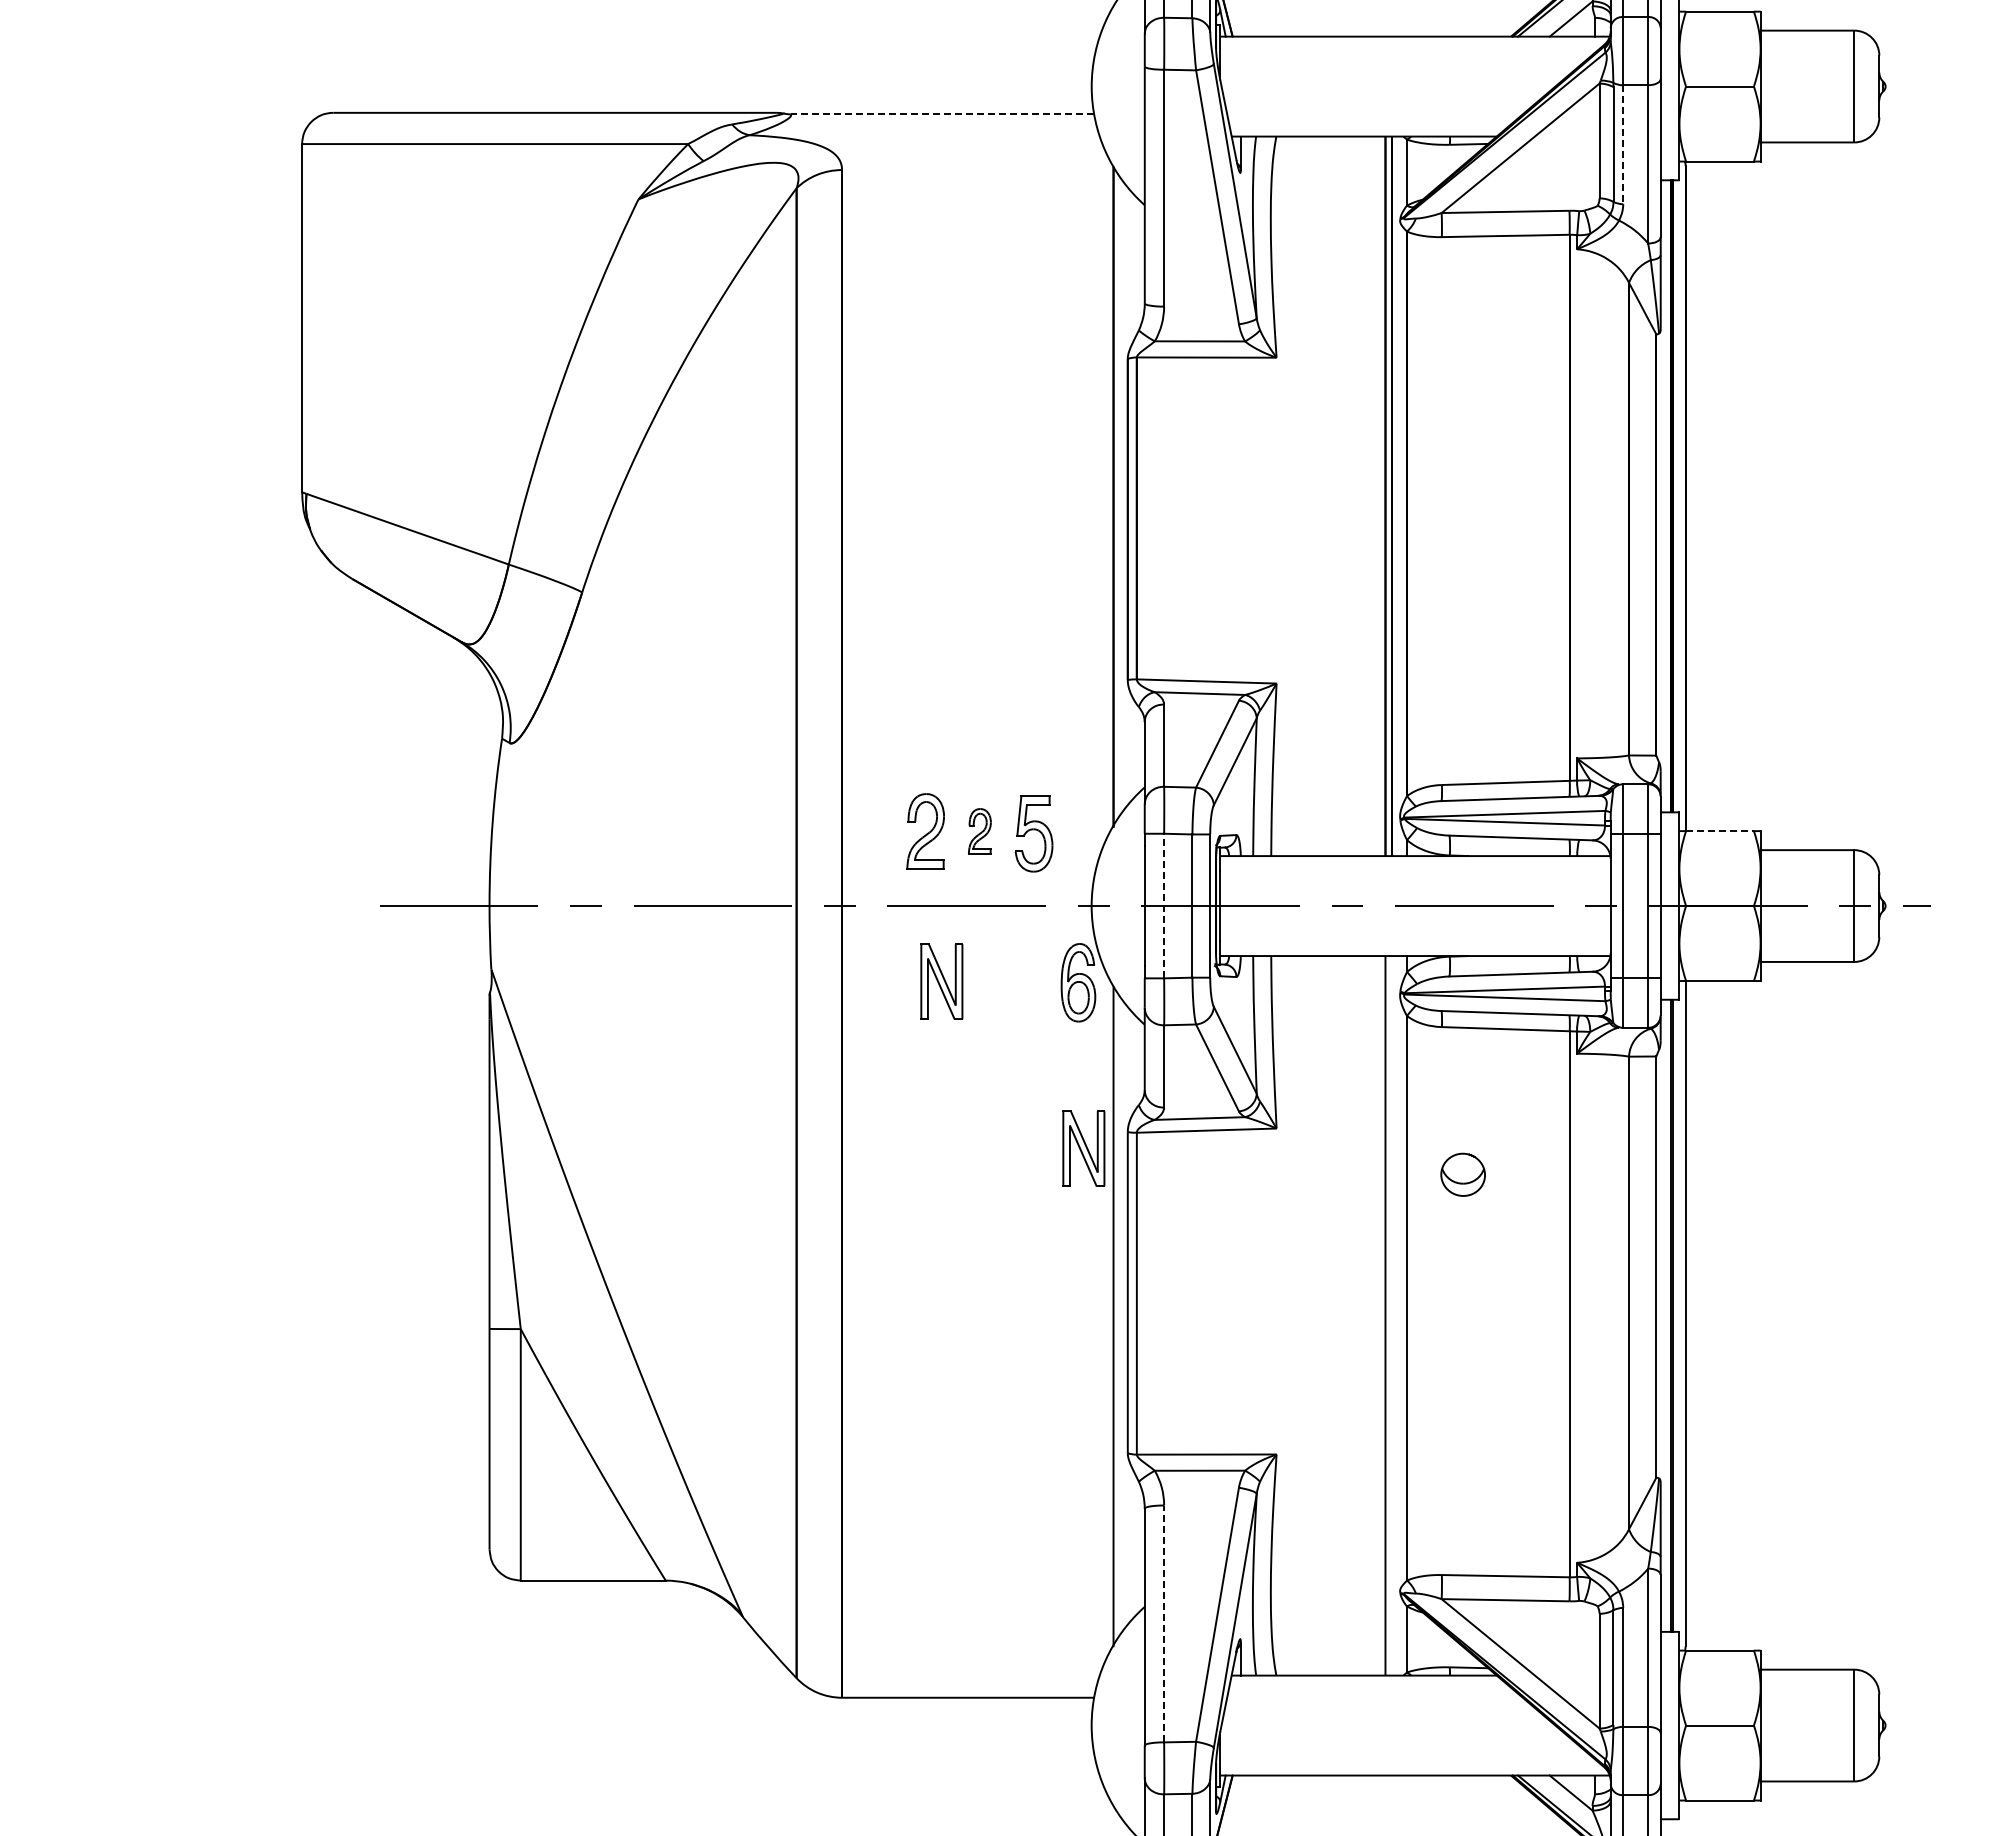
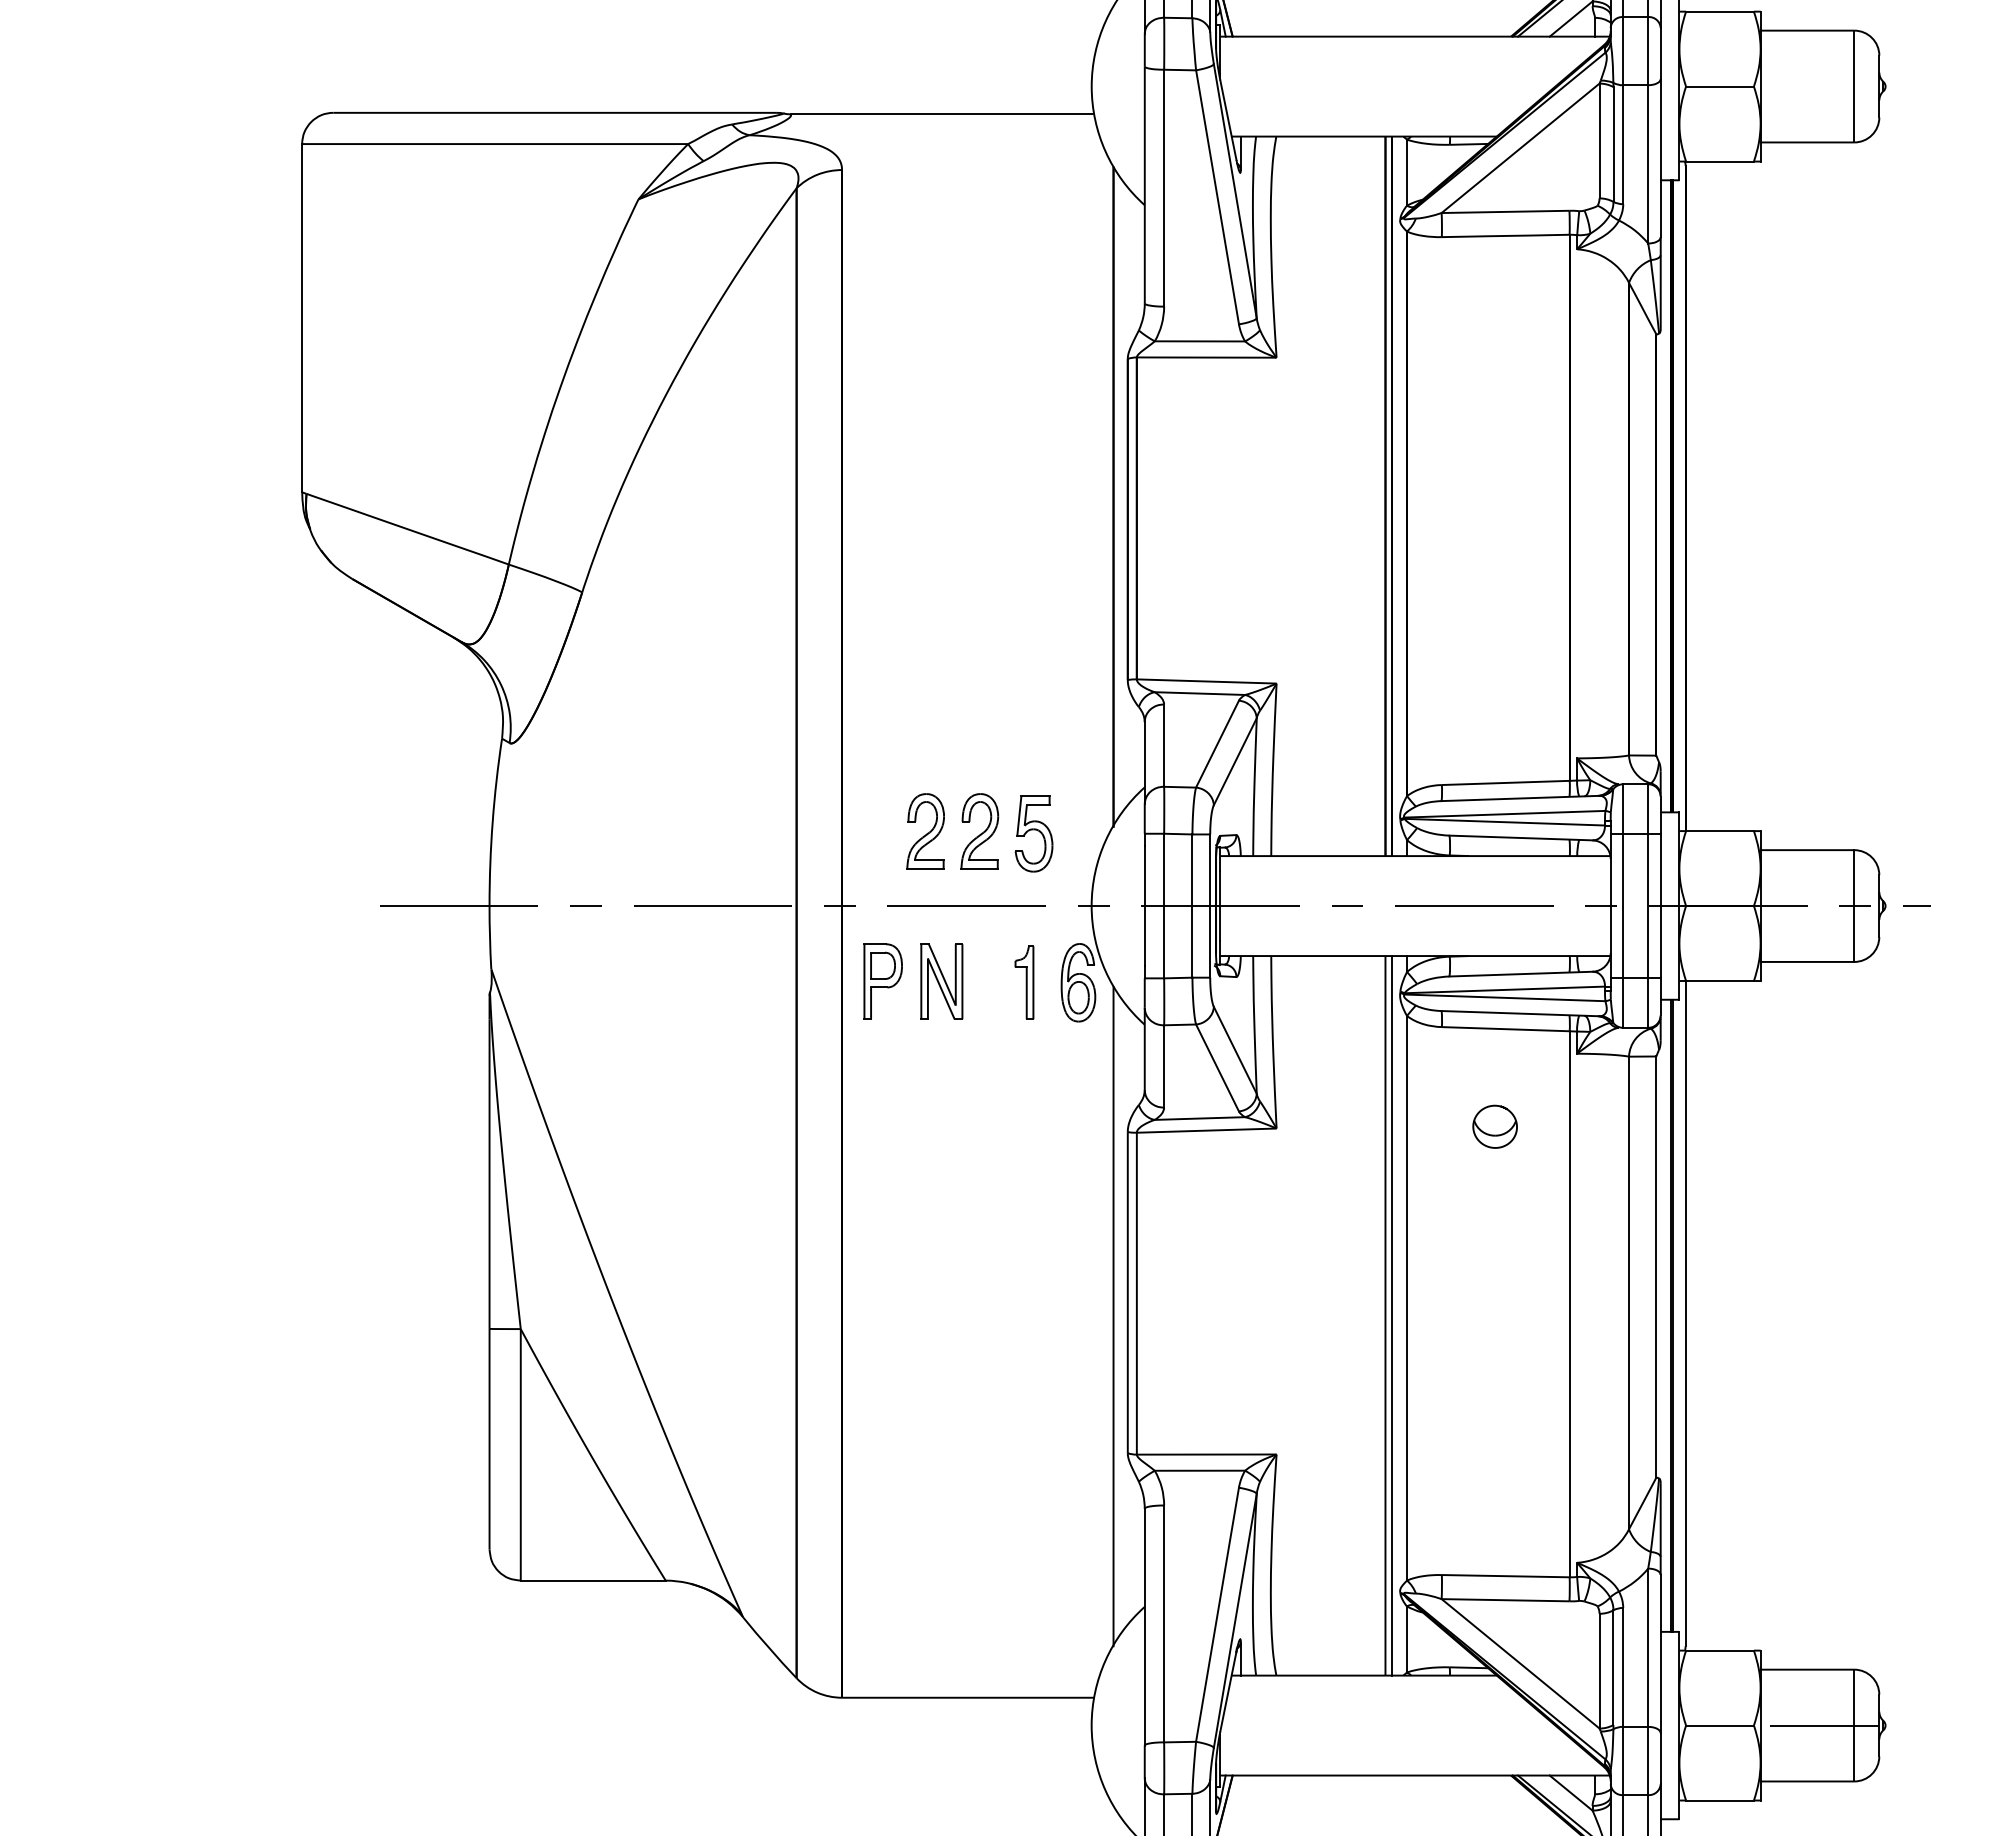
line at (942, 114): dashed -> solid
line at (1623, 145): dashed -> solid
part at (979, 831) size: 24x47 px -> 40x77 px
line at (1720, 831): dashed -> solid
line at (1164, 905): dashed -> solid
part at (882, 981): none -> present
part at (1024, 982): none -> present
part at (1083, 1148): present -> none
part at (1462, 1174) position: (1462, 1174) -> (1494, 1126)
line at (1392, 1315): none -> present
line at (1164, 1623): dashed -> solid
line at (1824, 1725): none -> present
